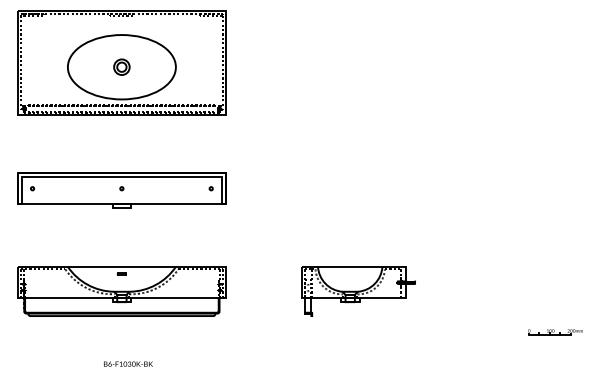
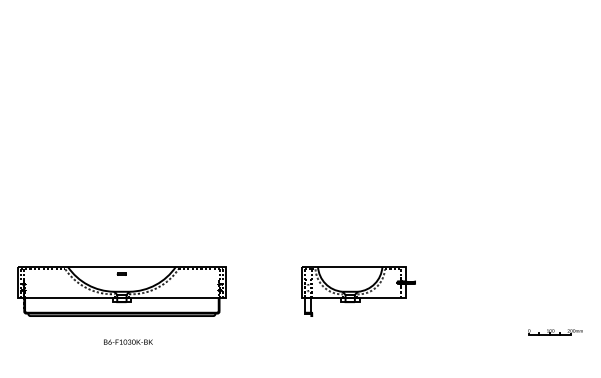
part at (121, 62): present -> none
part at (121, 190): present -> none
text at (128, 363) position: (128, 363) -> (128, 341)
